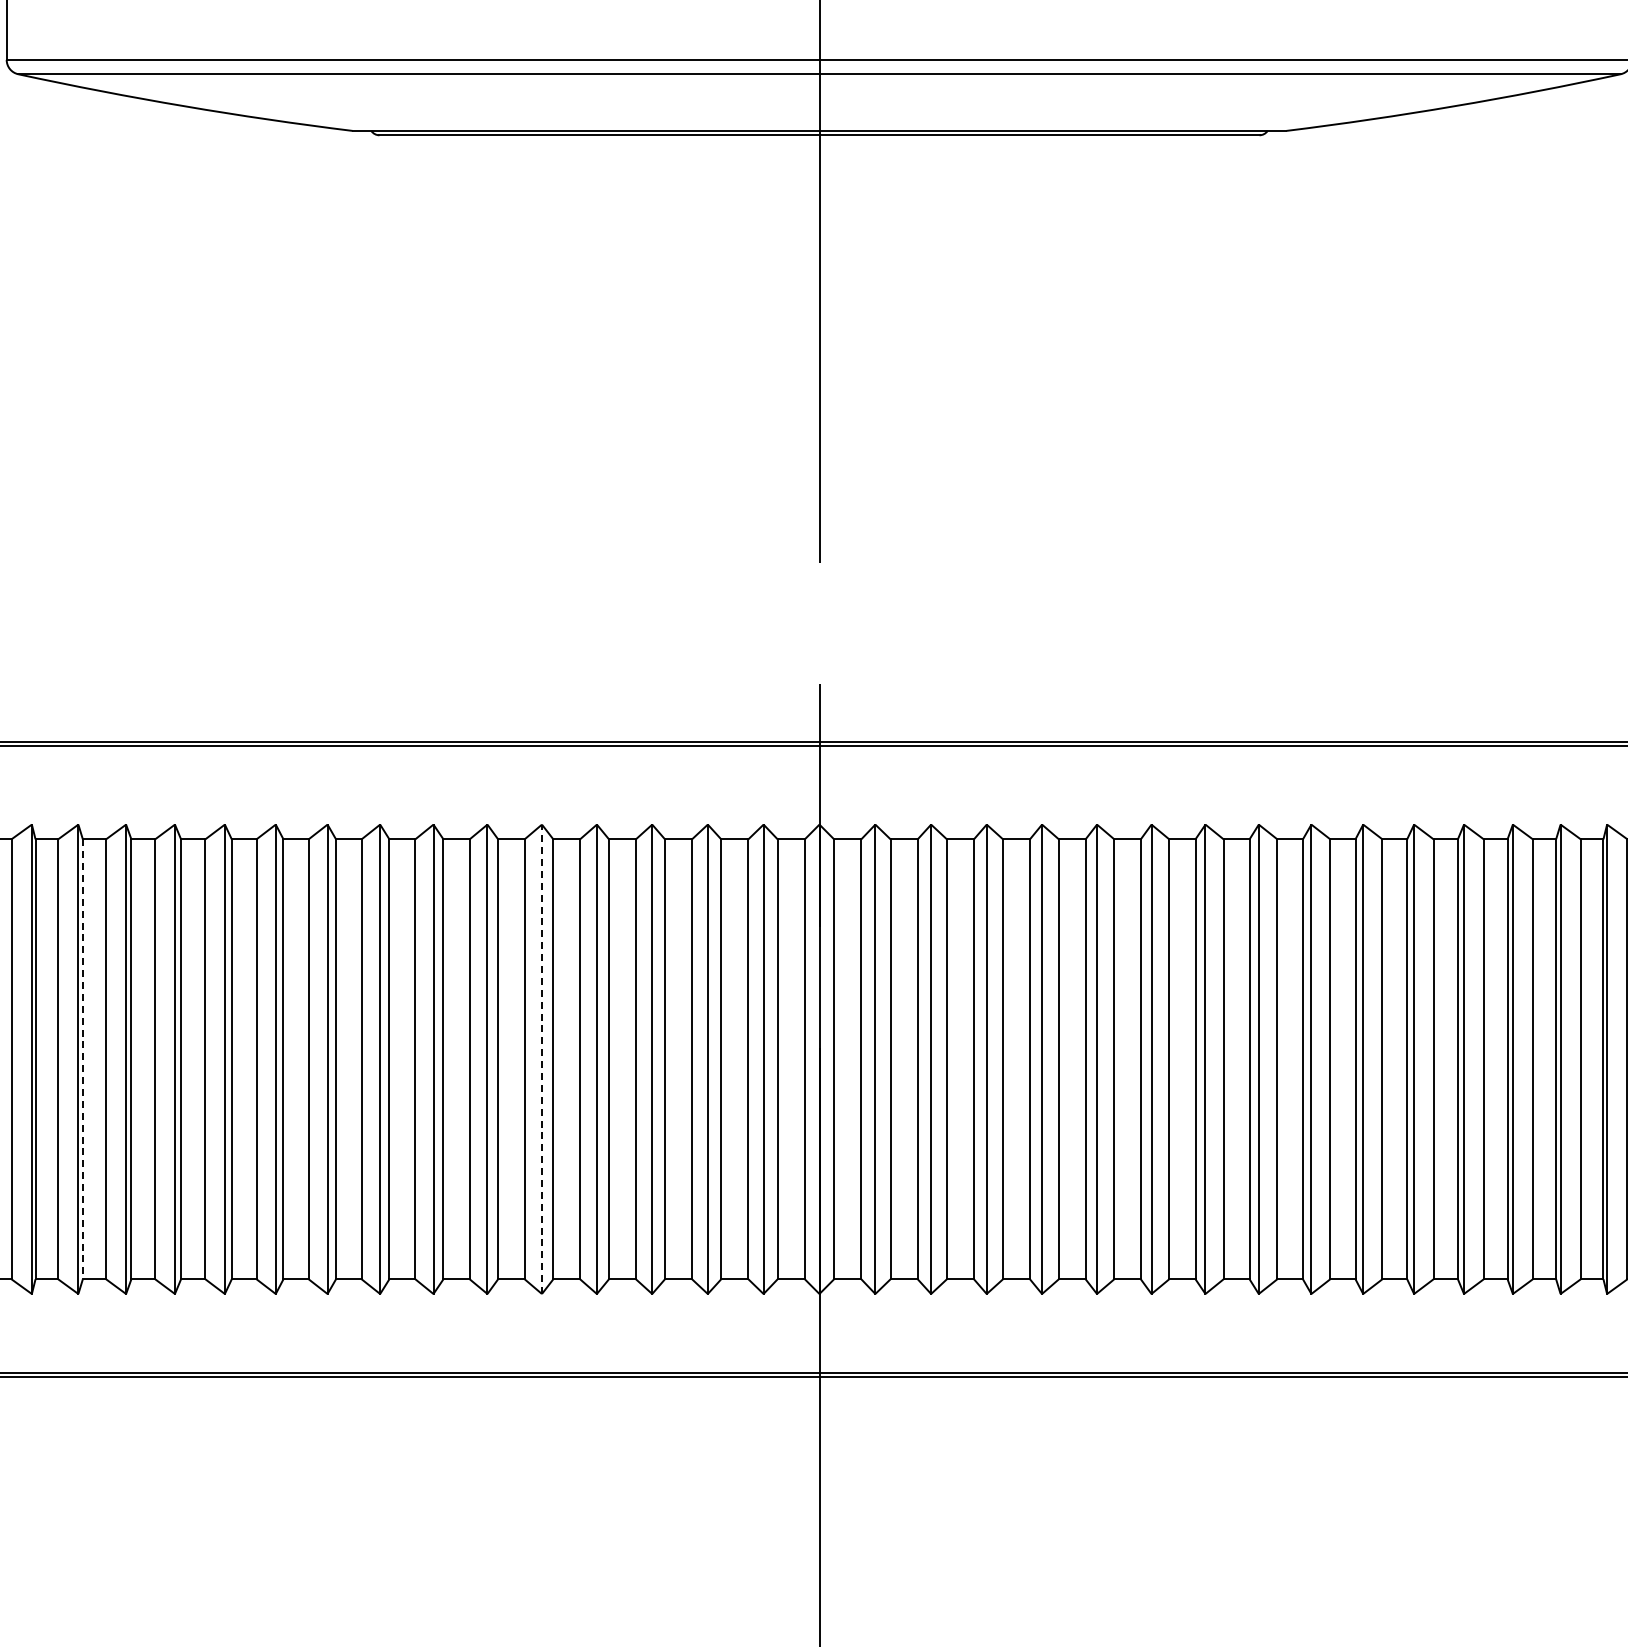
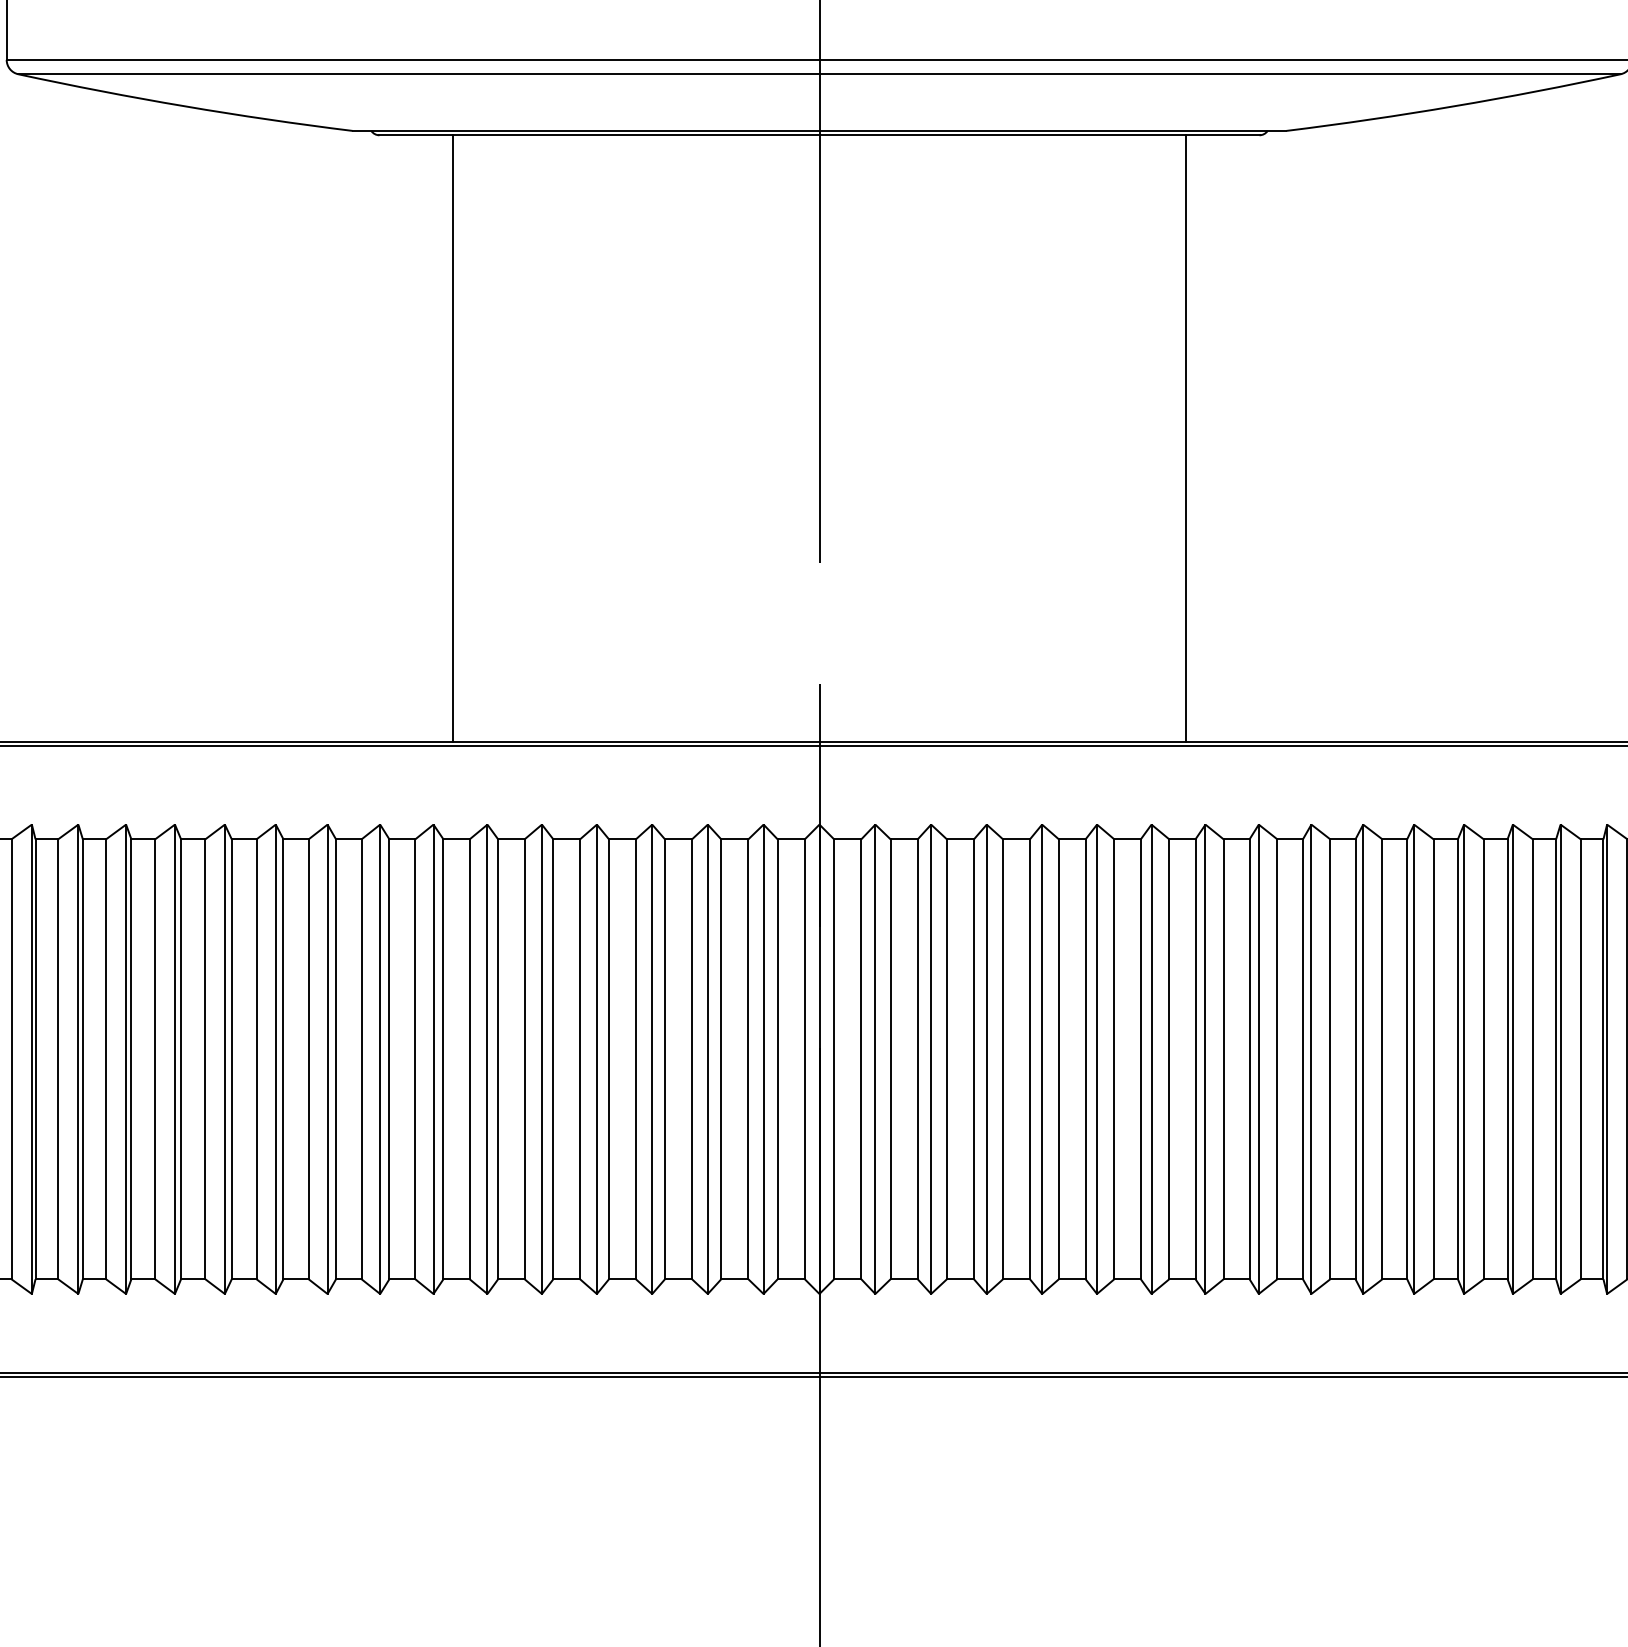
line at (452, 438): none -> present
line at (1186, 438): none -> present
line at (82, 1059): dashed -> solid
line at (541, 1059): dashed -> solid
